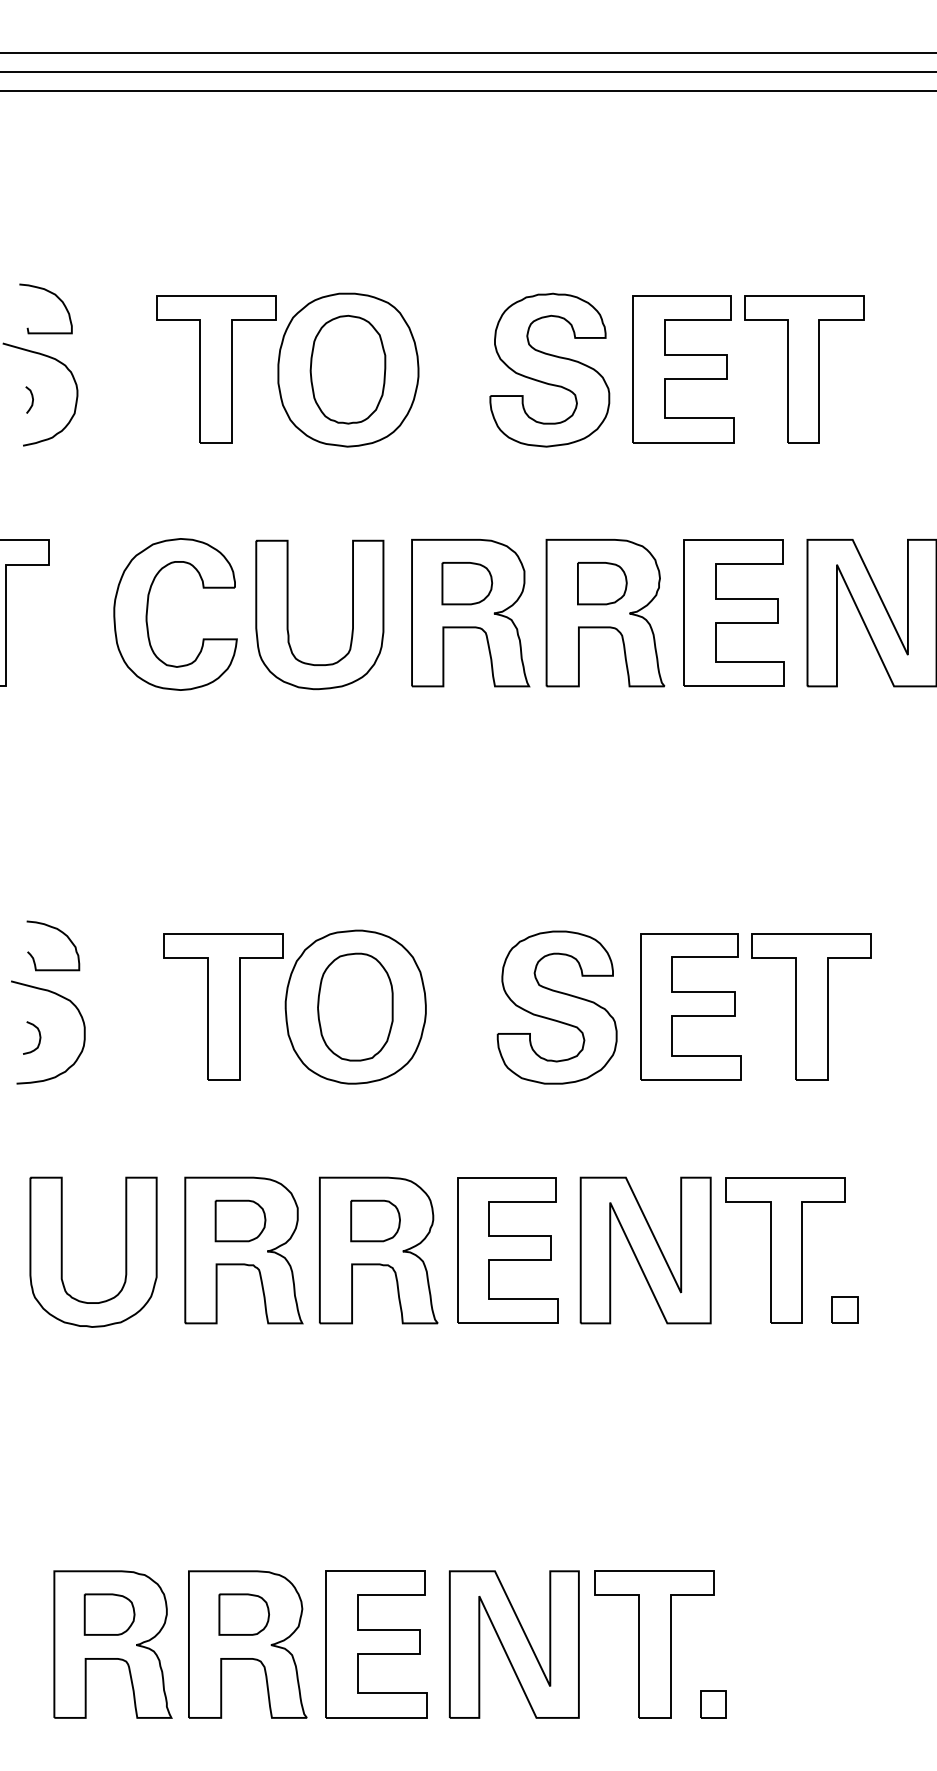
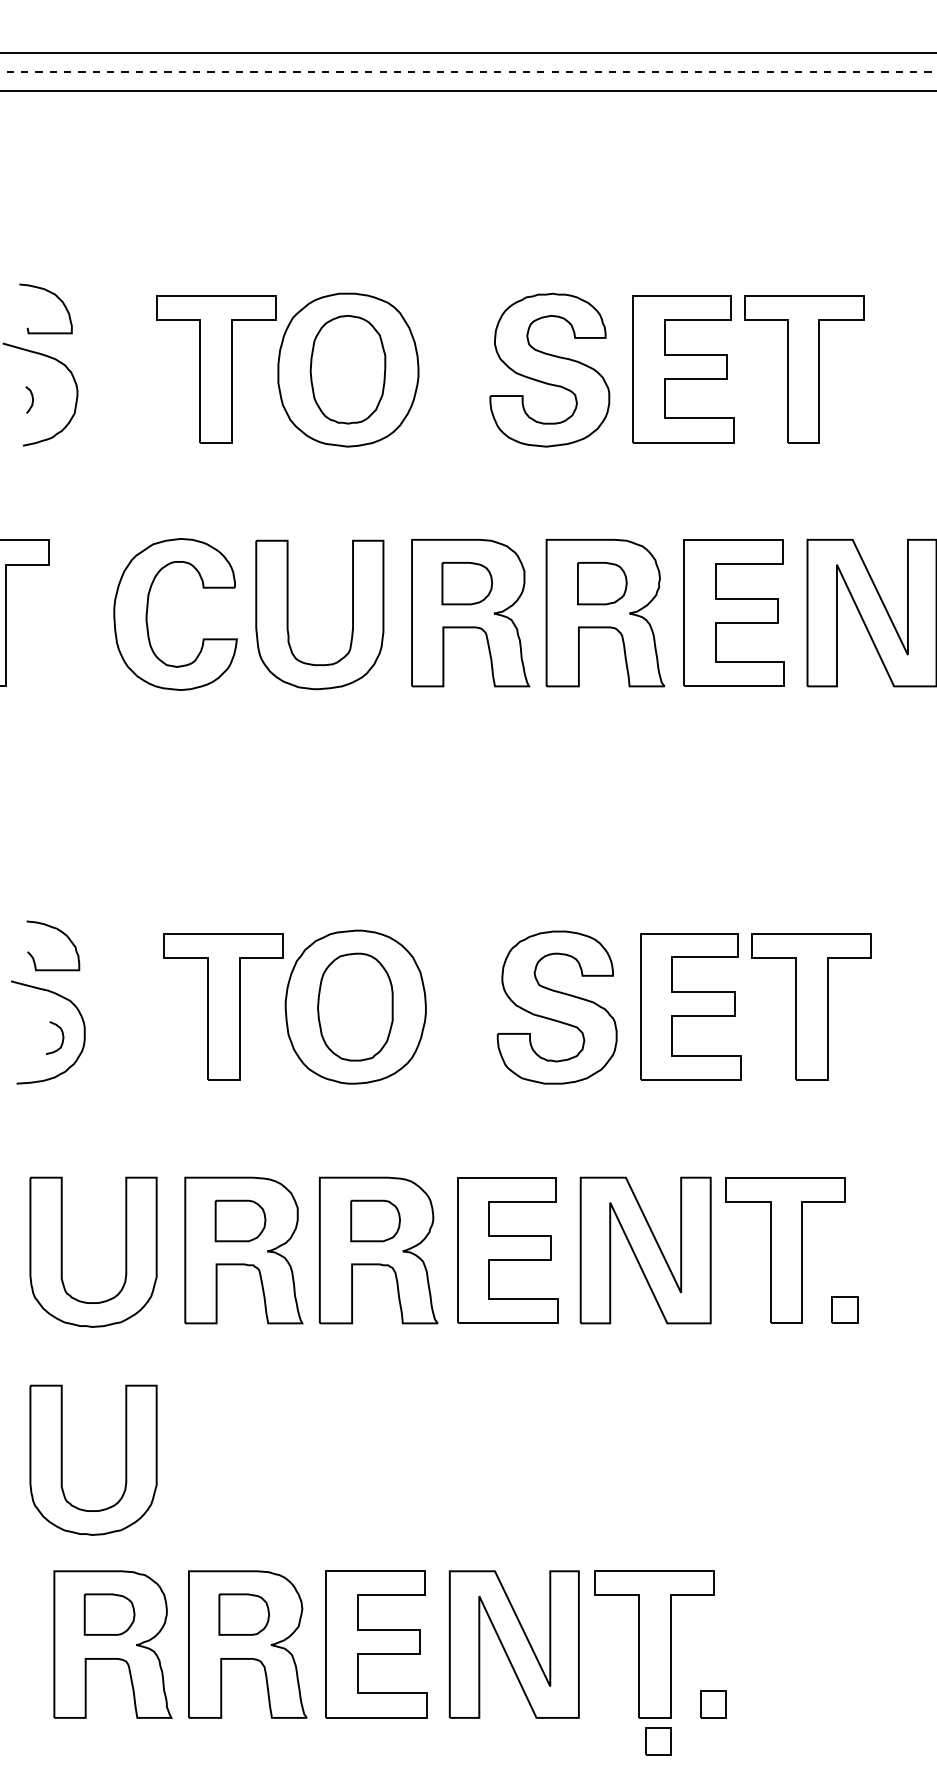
line at (468, 72): solid -> dashed
curve at (39, 1037) position: (39, 1037) -> (62, 1037)
part at (62, 1459): none -> present
part at (658, 1741): none -> present
